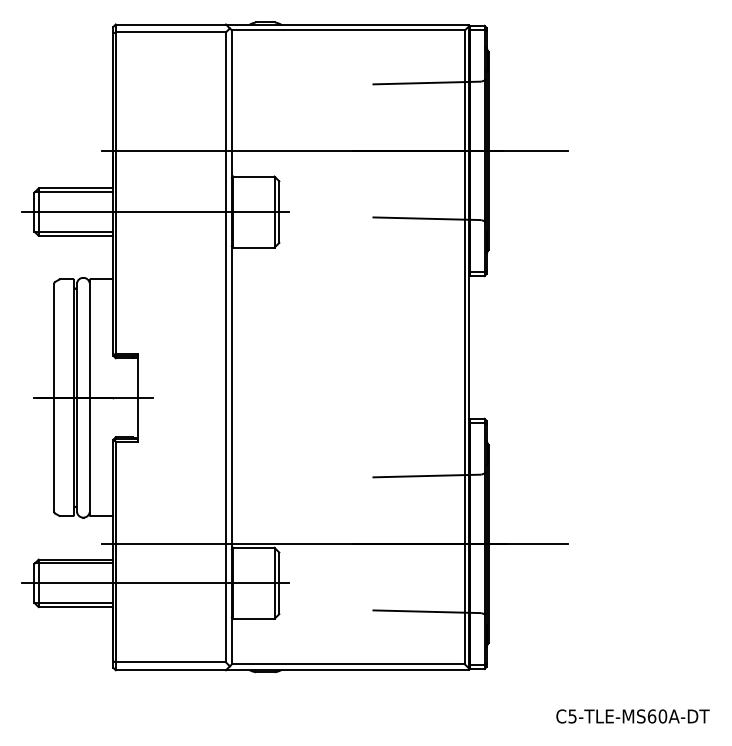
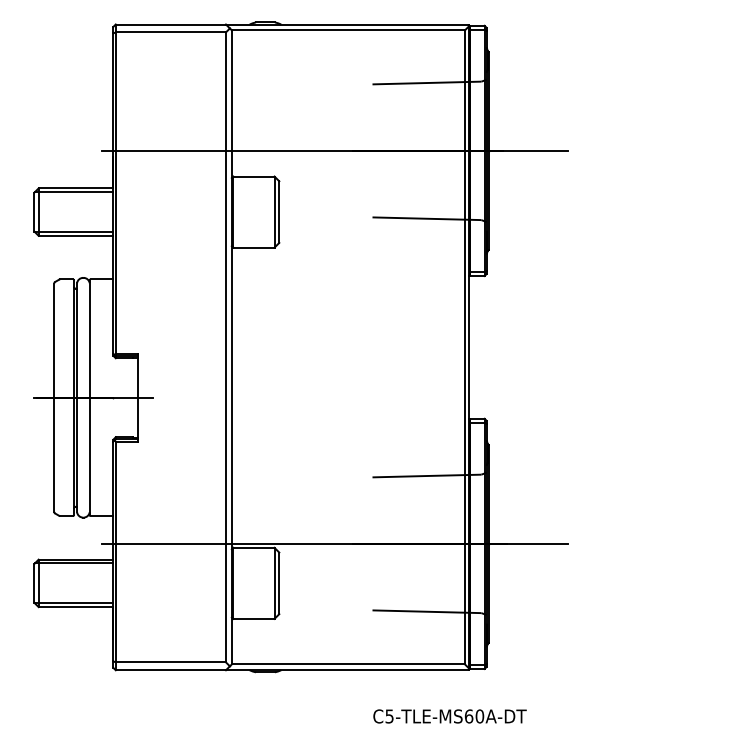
line at (155, 212): present -> none
line at (155, 583): present -> none
text at (632, 716) position: (632, 716) -> (449, 716)
